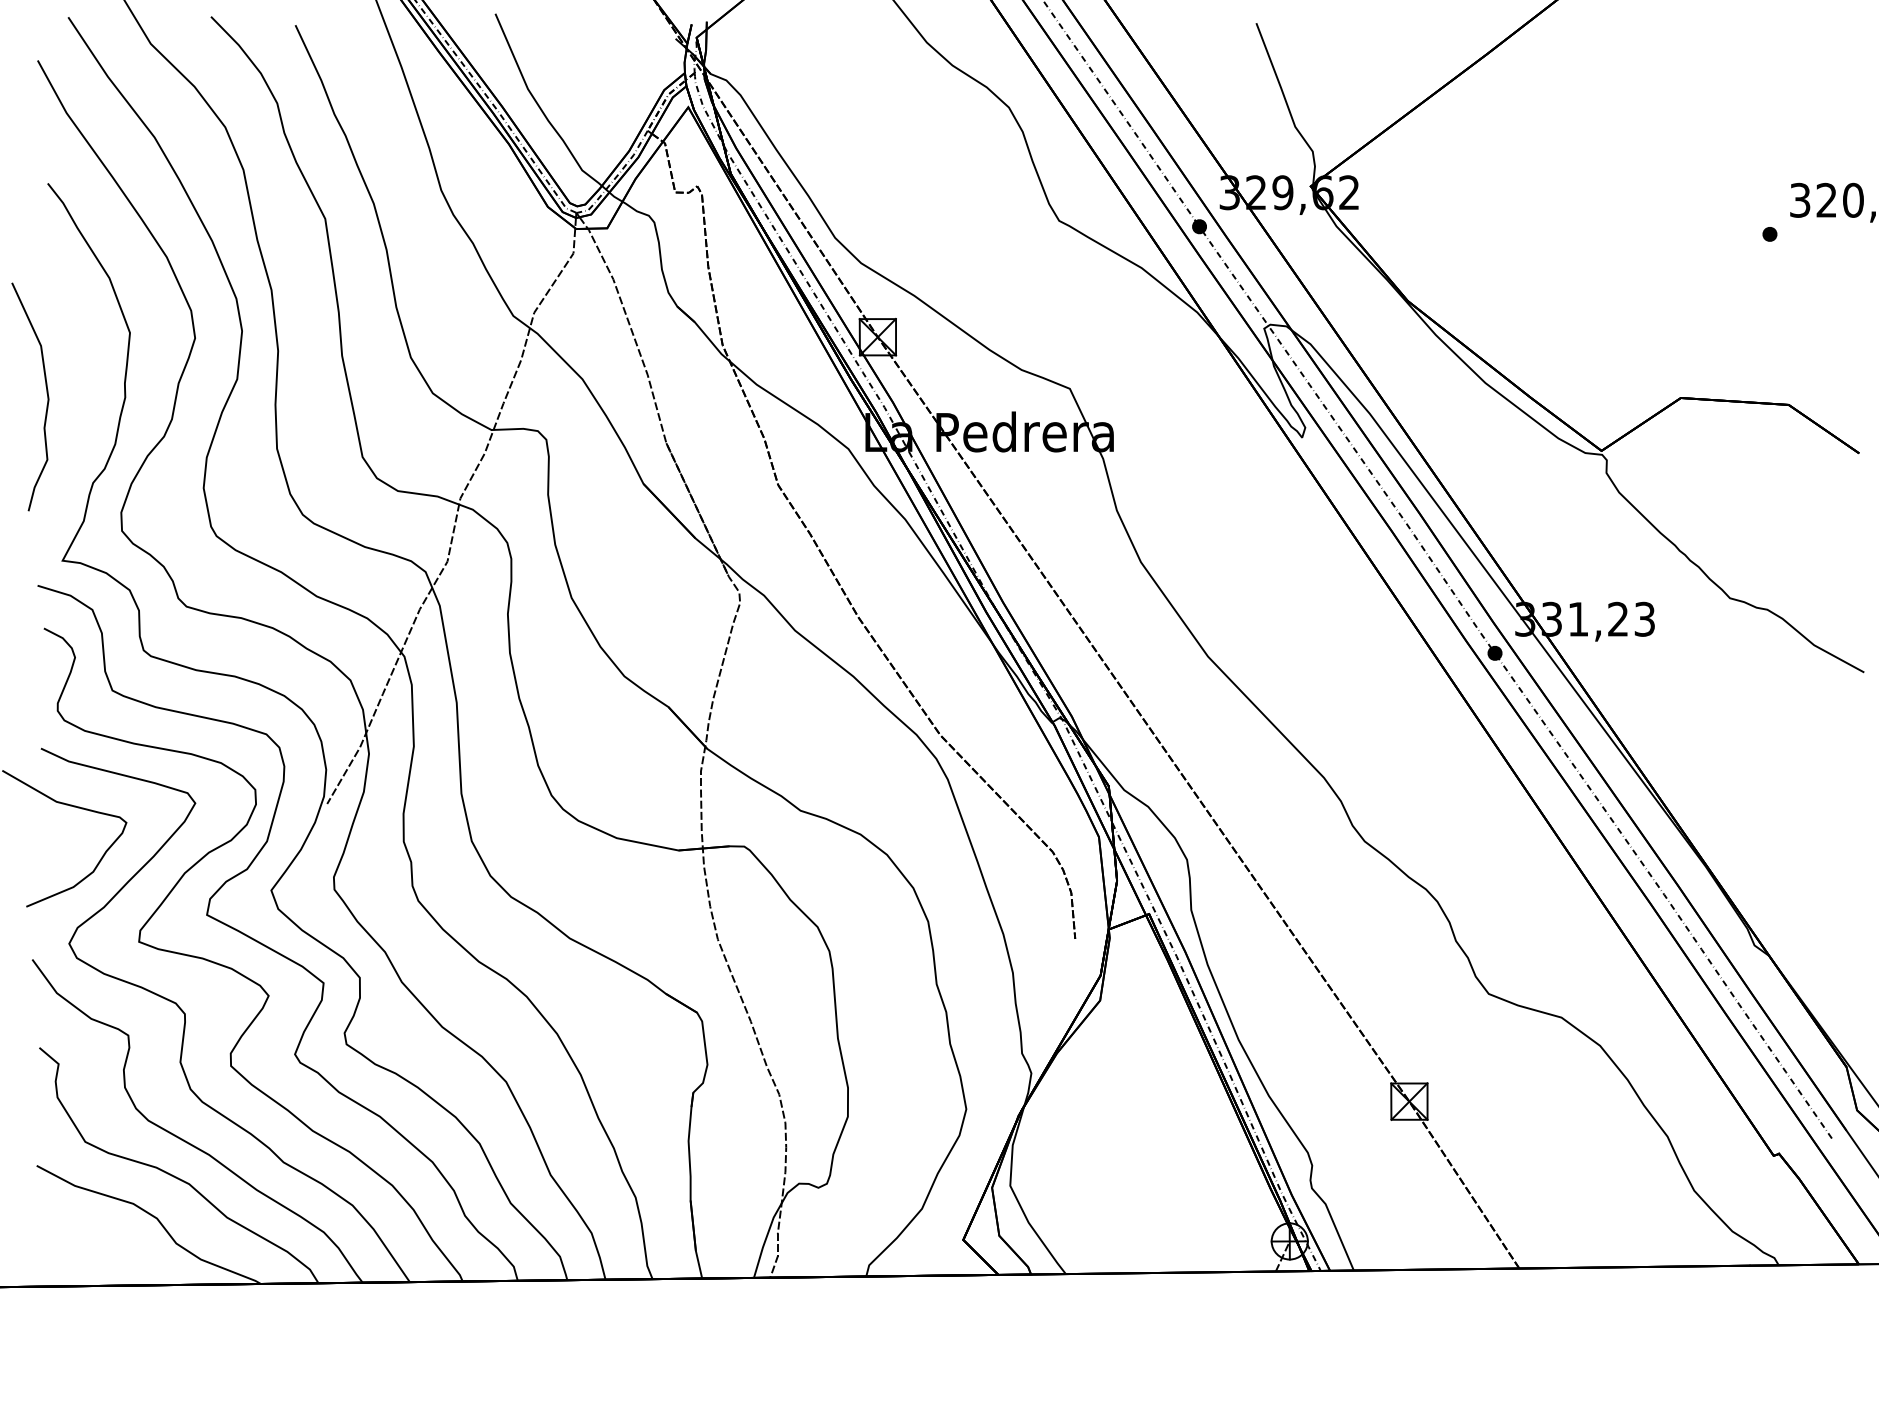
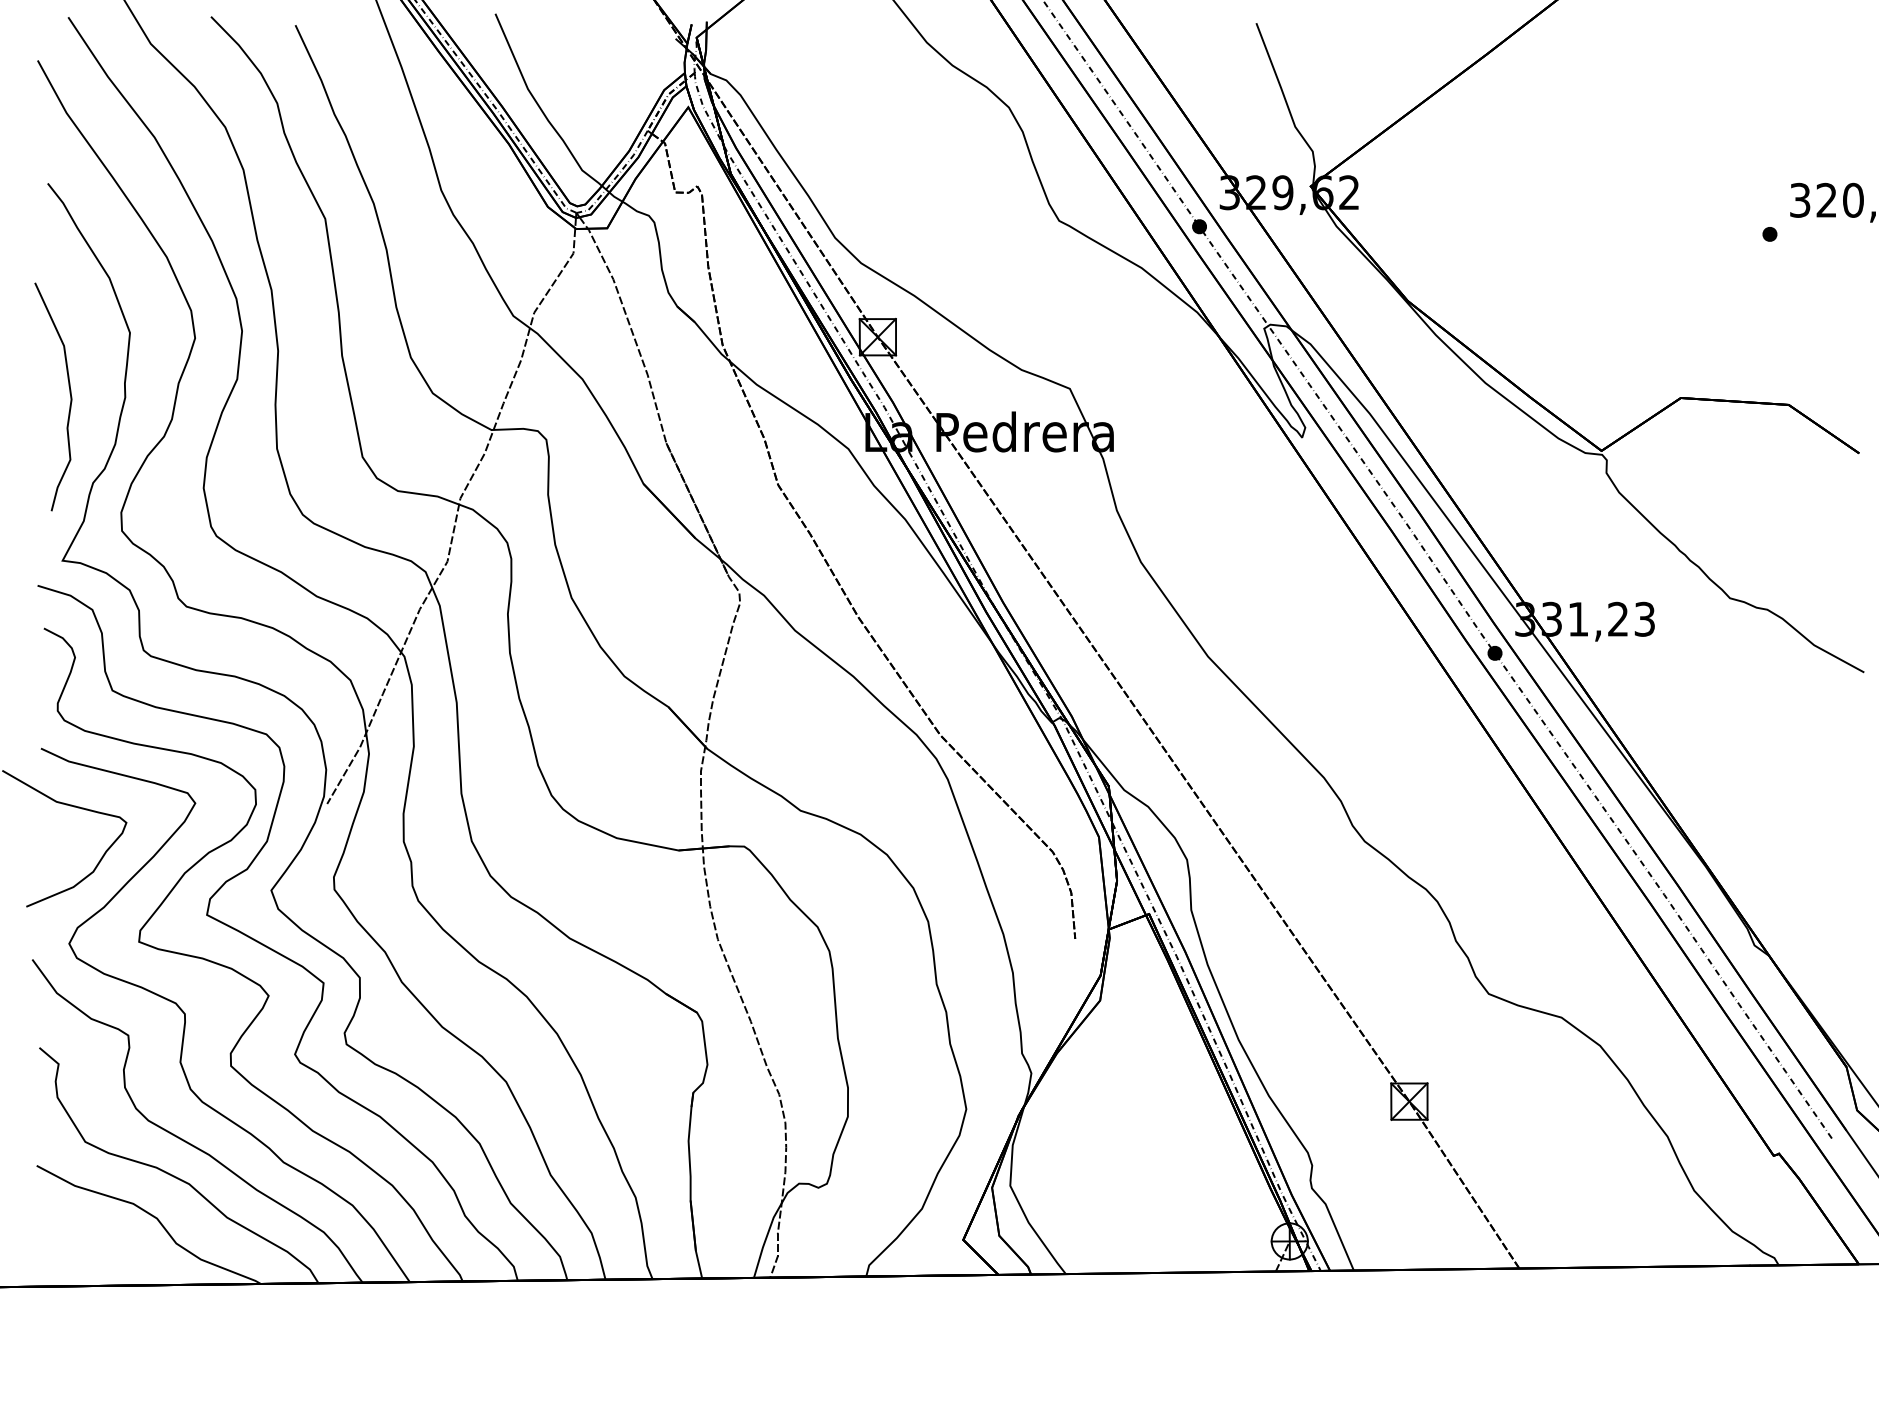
curve at (46, 393) position: (46, 393) -> (69, 393)
